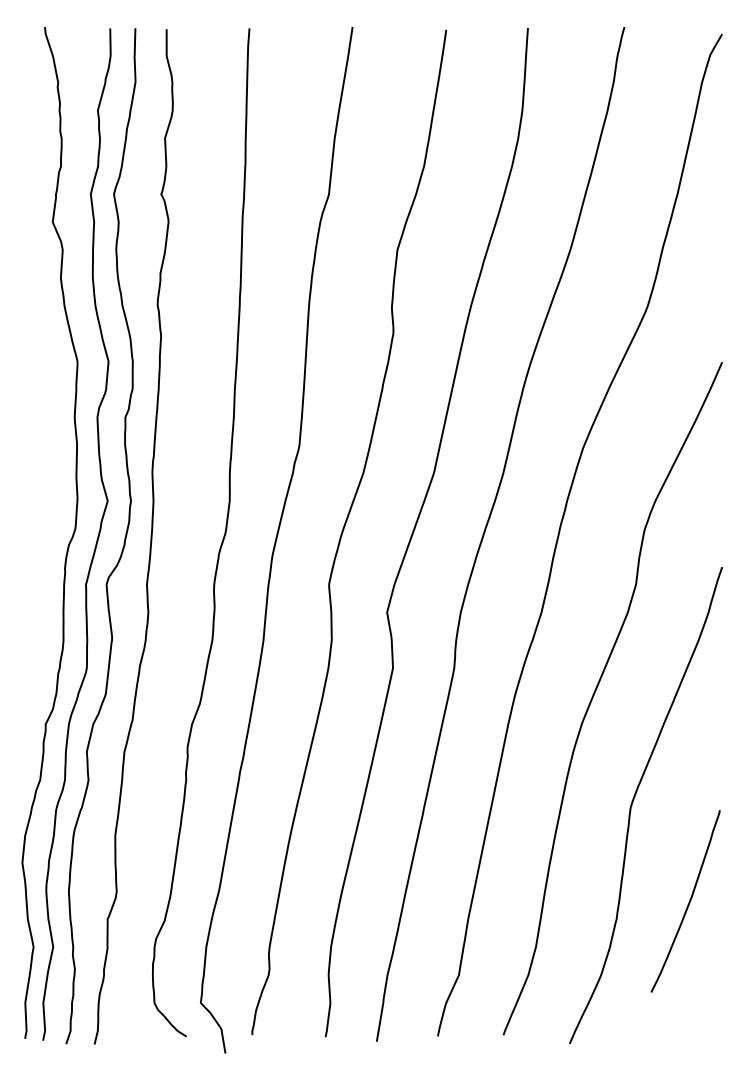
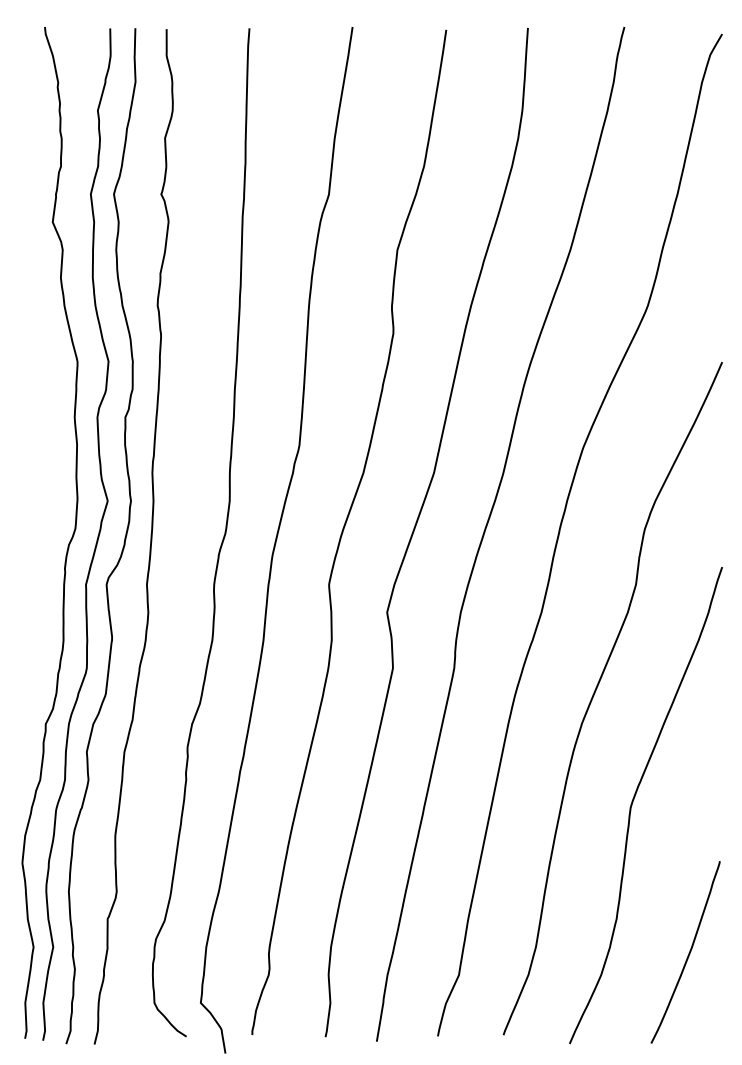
curve at (688, 902) position: (688, 902) -> (688, 953)
